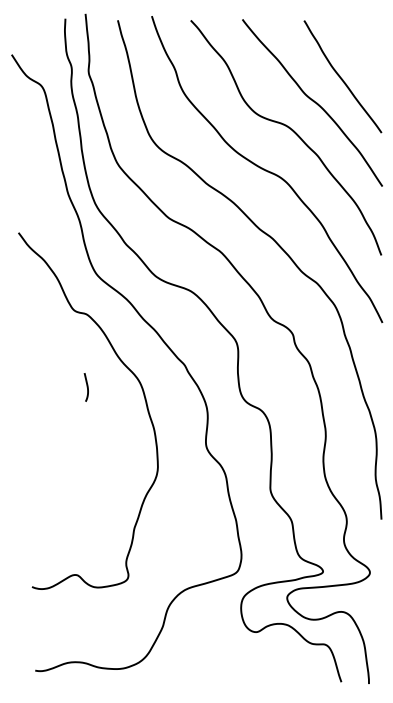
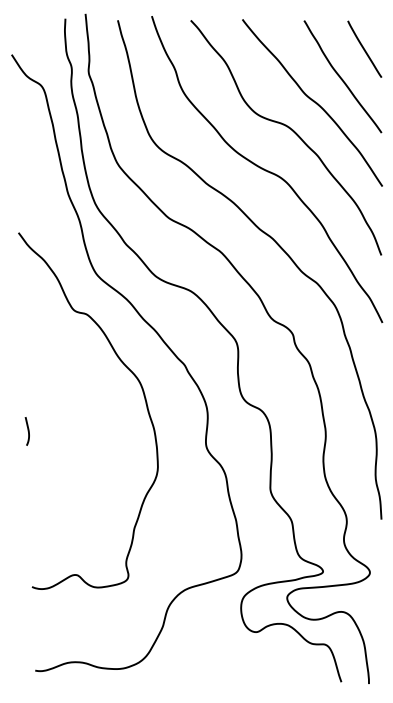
line at (364, 48): none -> present
curve at (86, 387) position: (86, 387) -> (27, 431)
